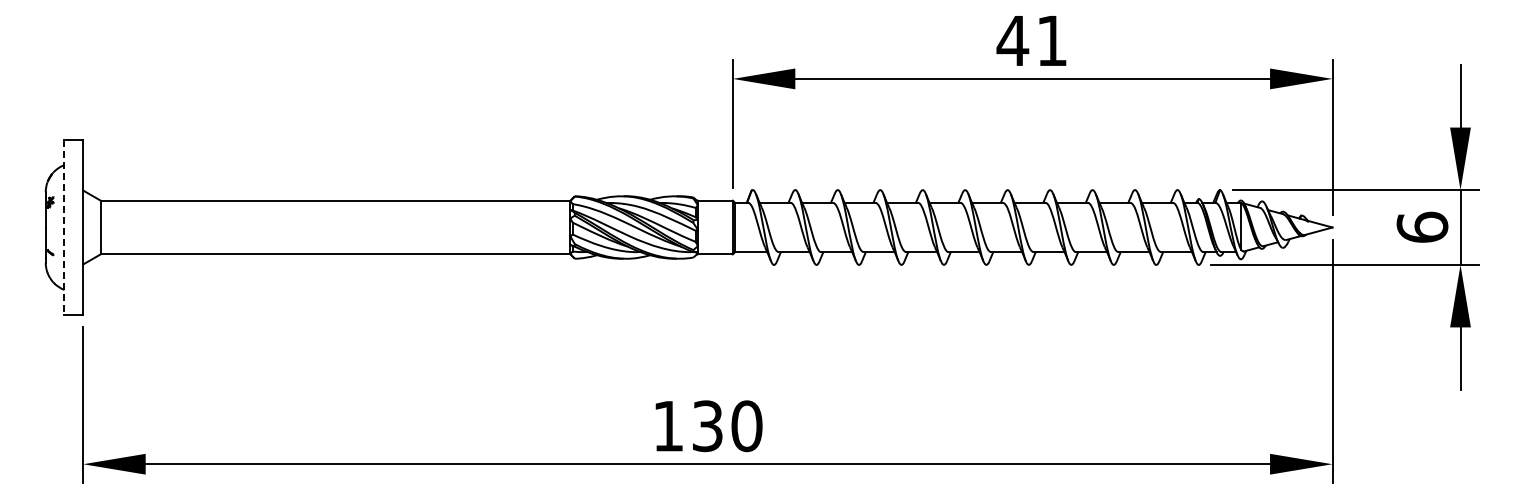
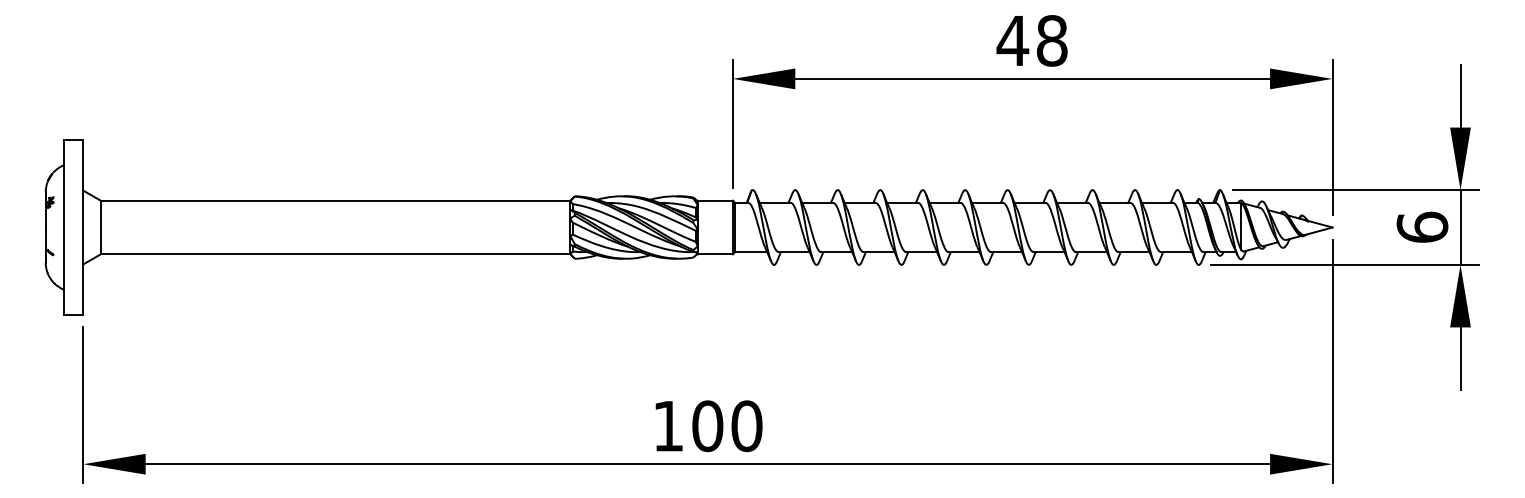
text at (1051, 40): 41 -> 48
line at (64, 228): dashed -> solid
text at (707, 426): 130 -> 100
